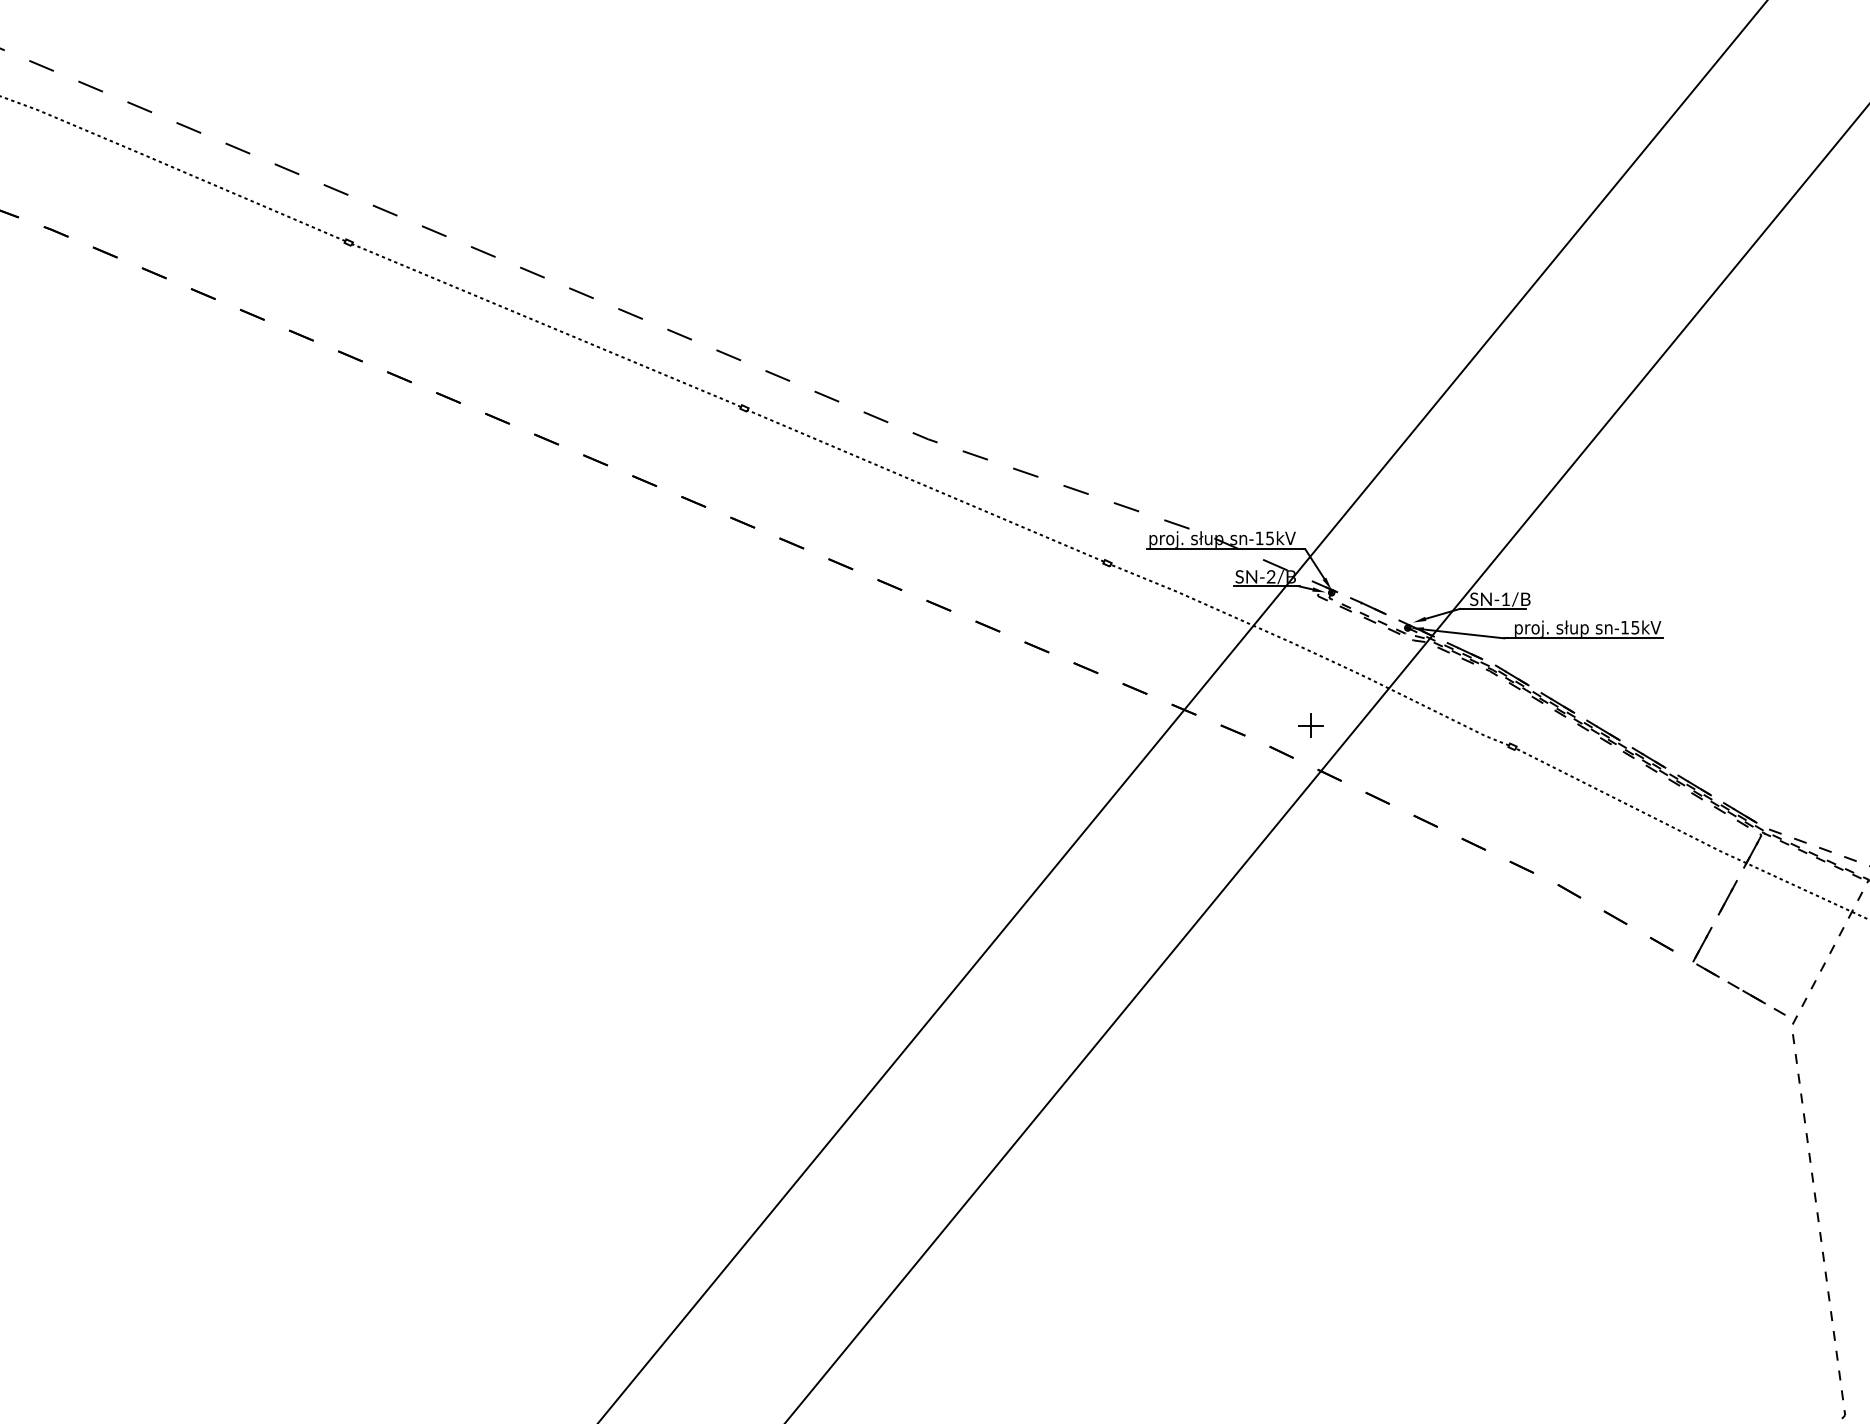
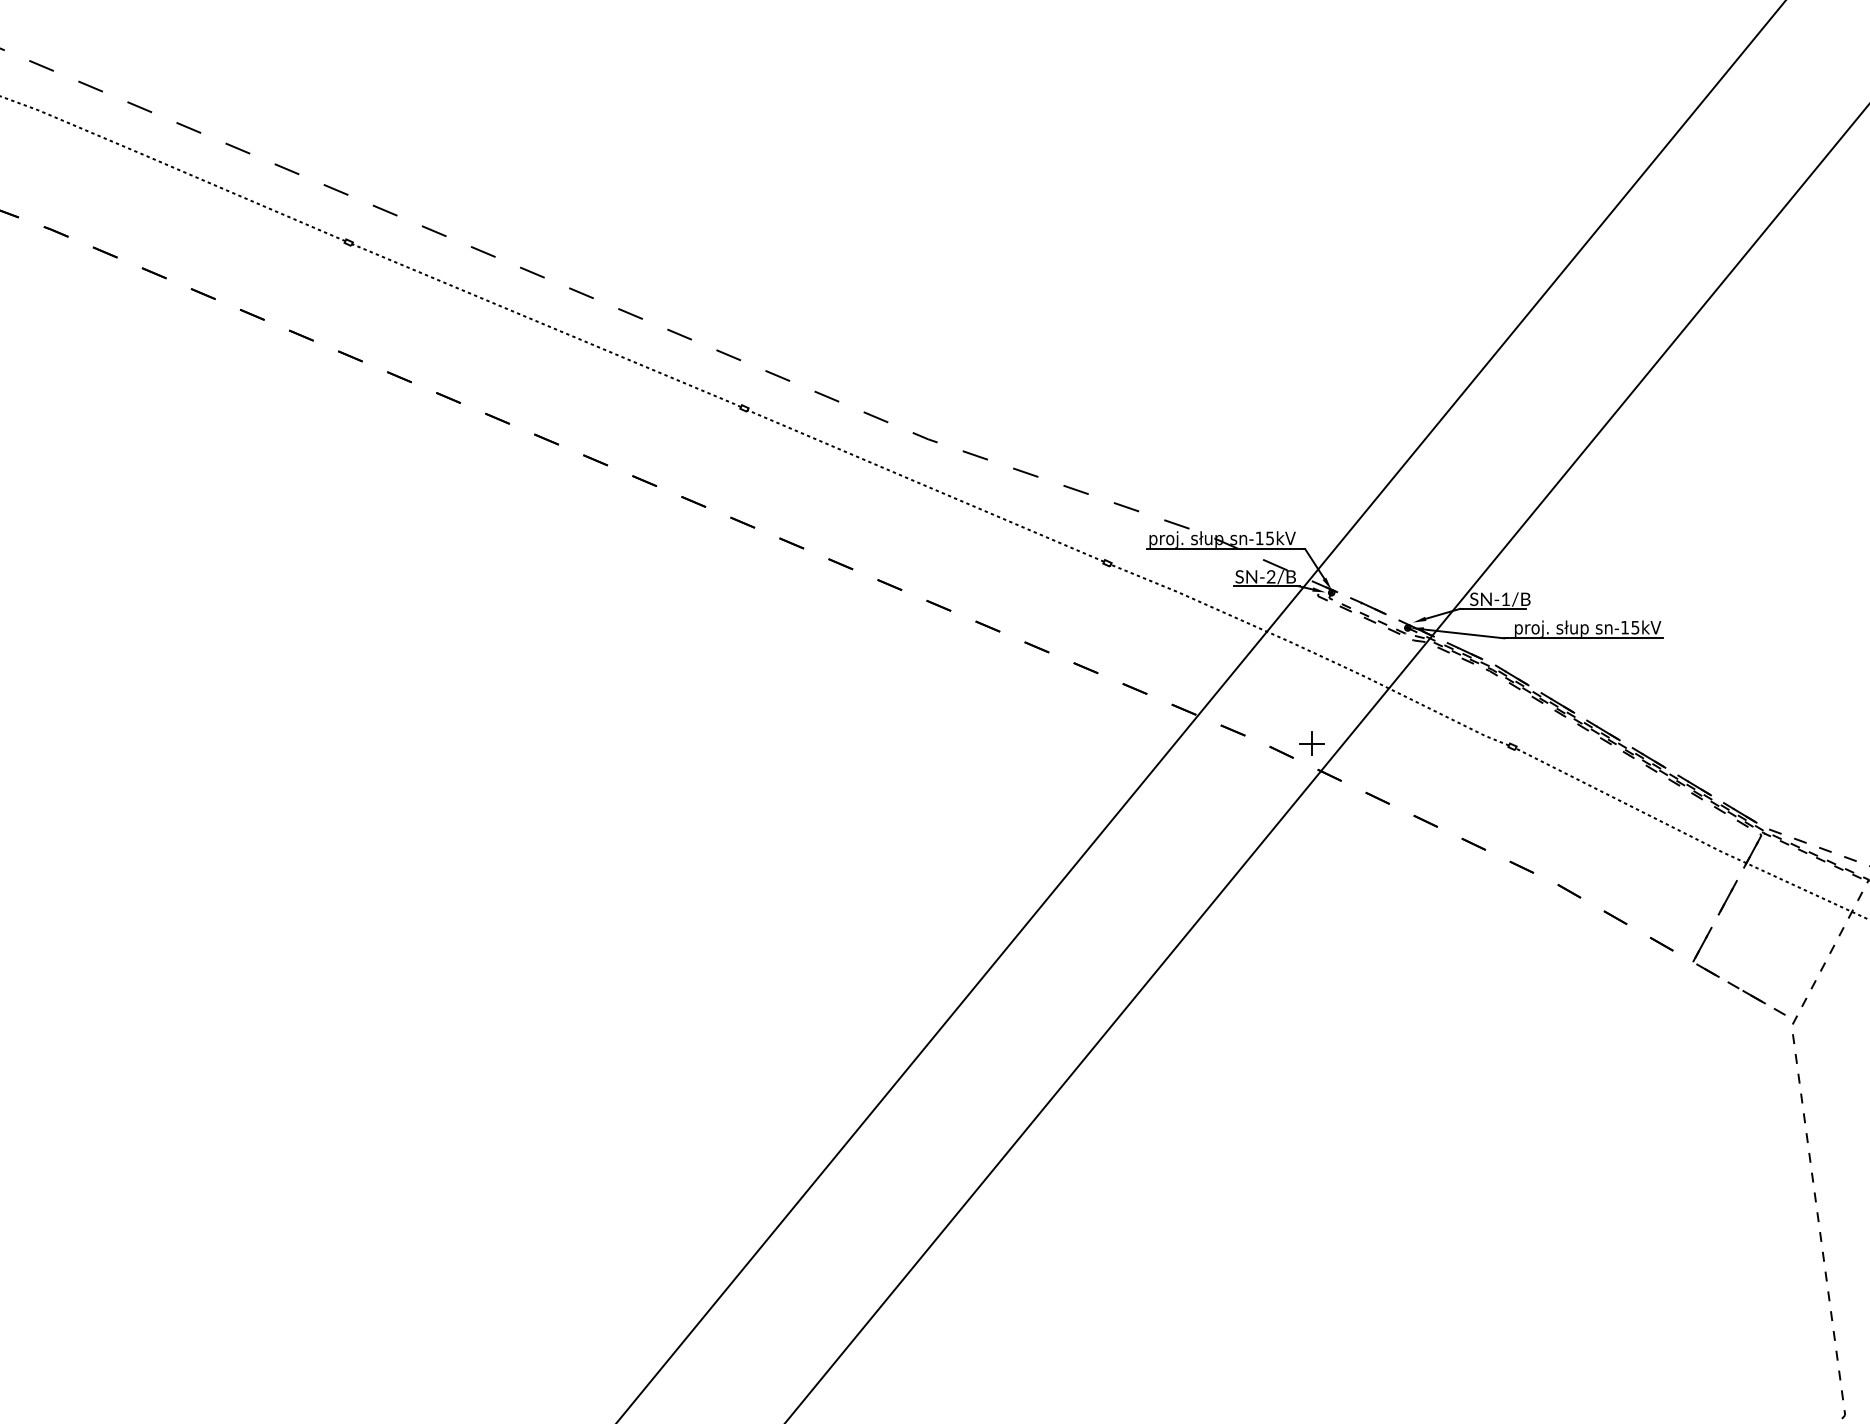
line at (1183, 711) position: (1183, 711) -> (1201, 711)
part at (1310, 725) position: (1310, 725) -> (1311, 743)
